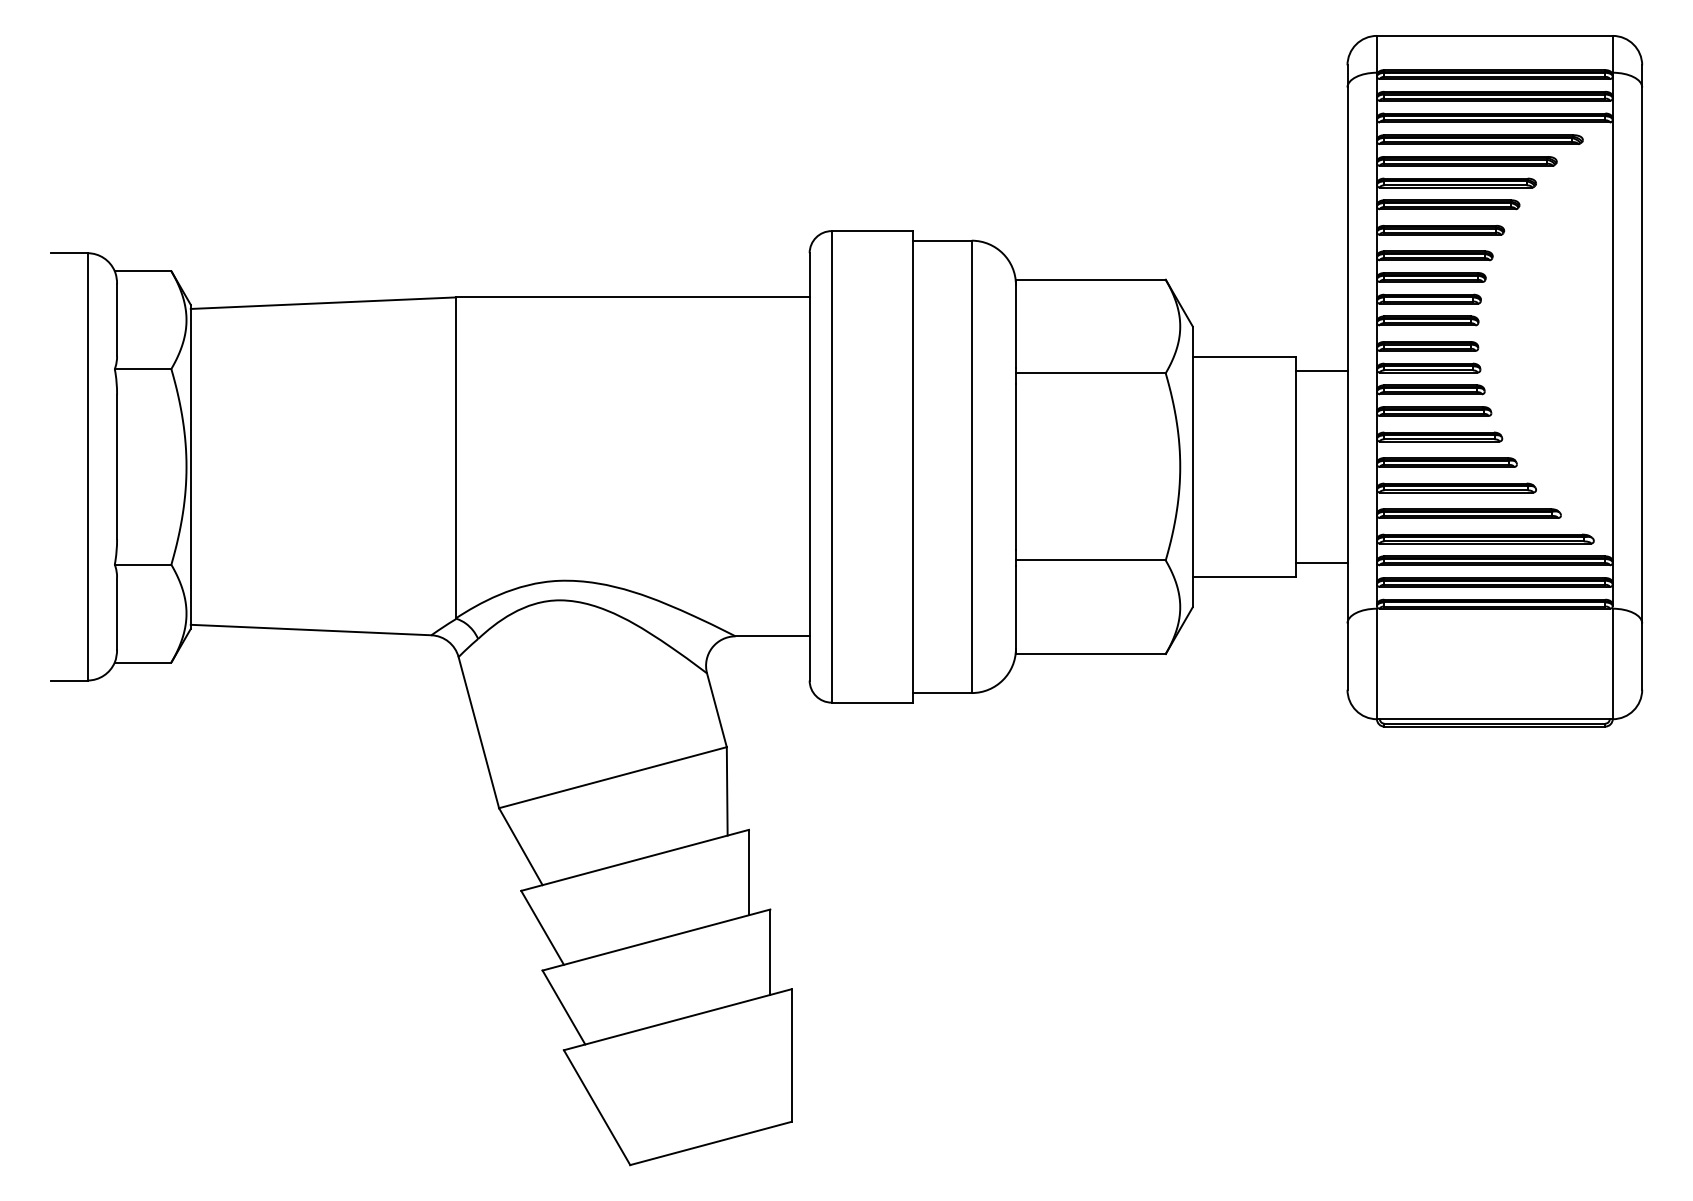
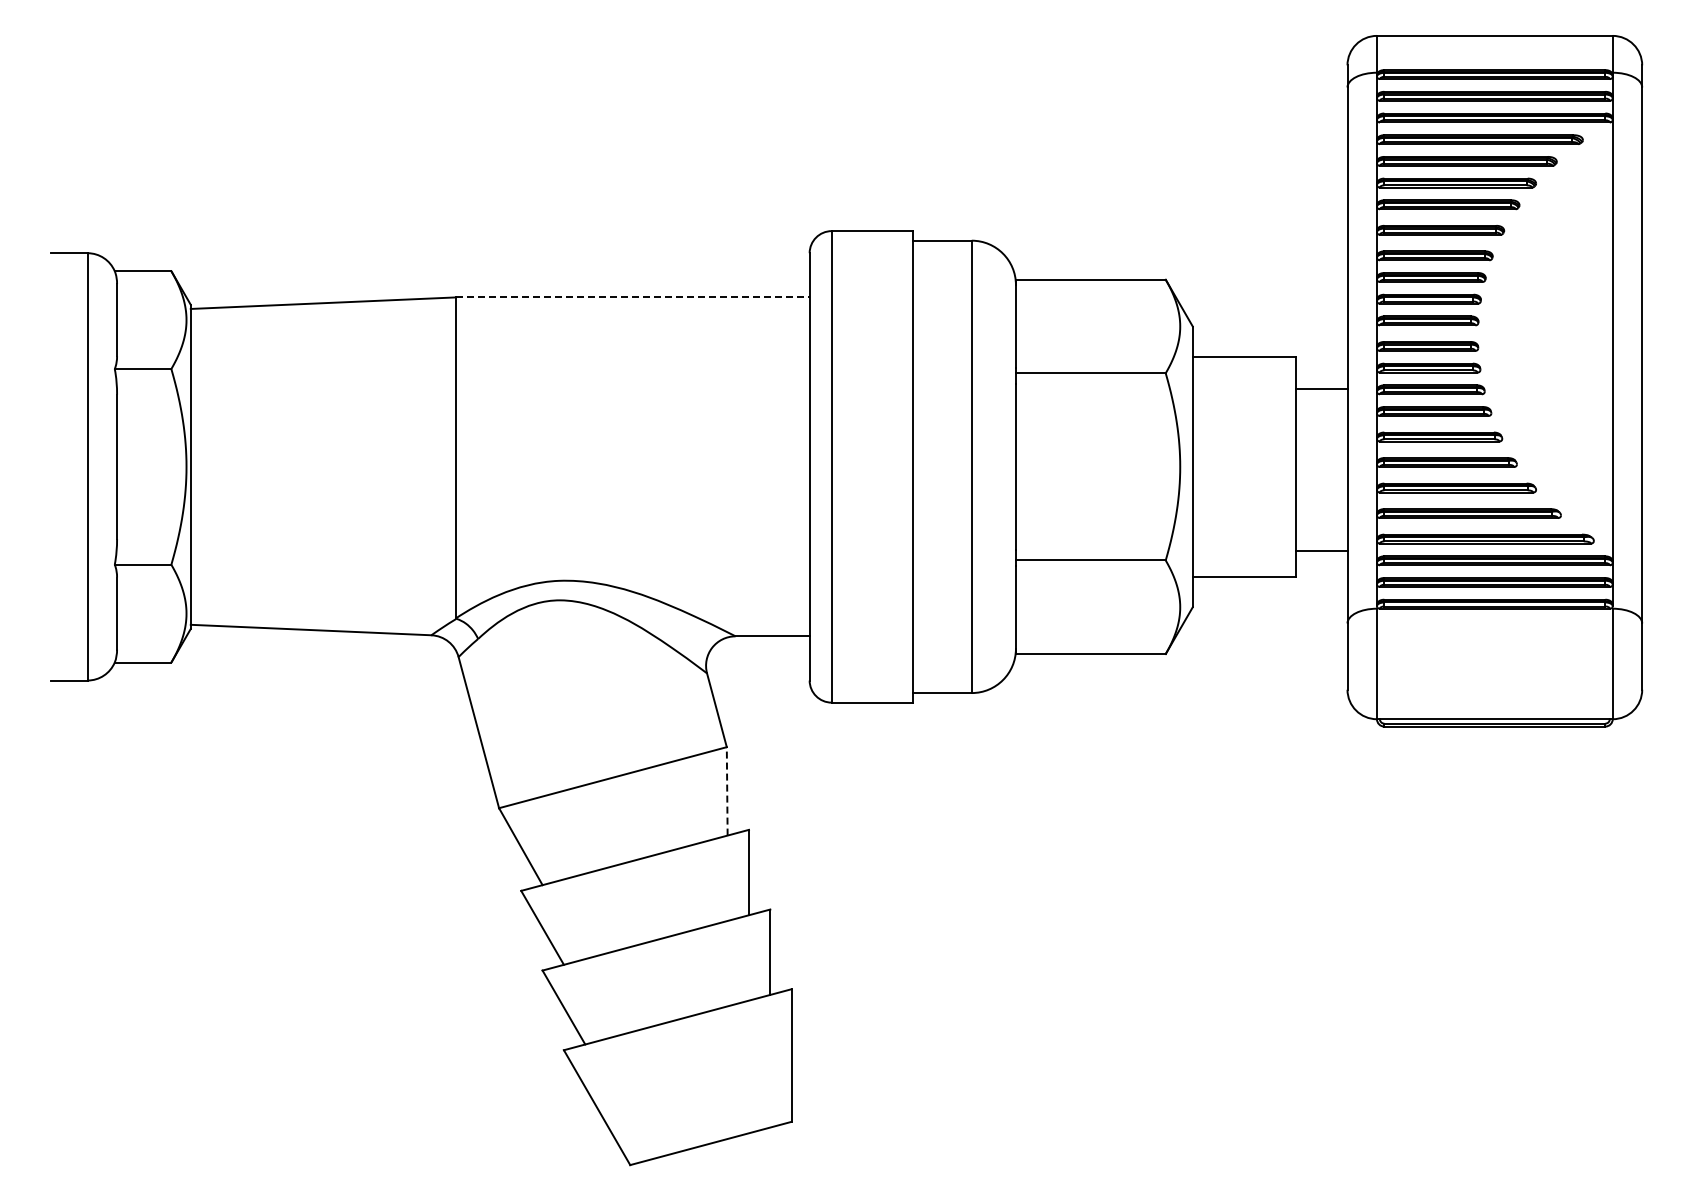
line at (632, 297): solid -> dashed
line at (1321, 371) position: (1321, 371) -> (1321, 389)
line at (1321, 562) position: (1321, 562) -> (1321, 550)
line at (727, 790): solid -> dashed
